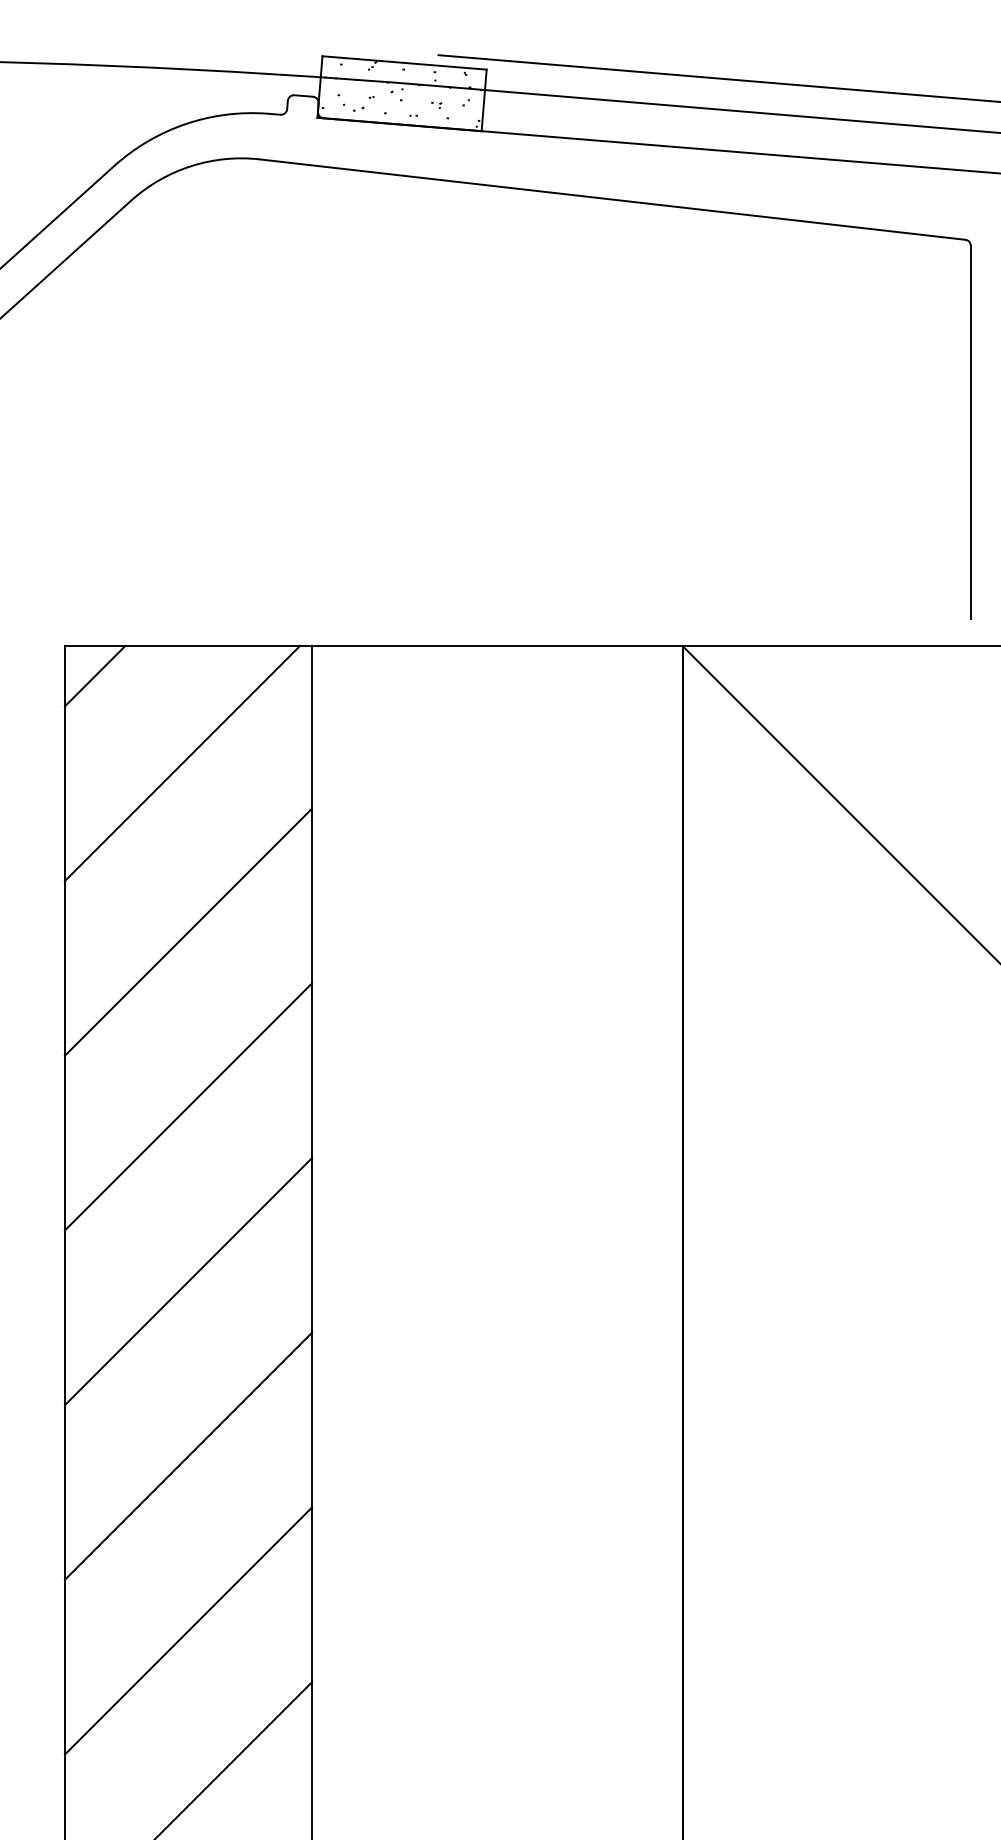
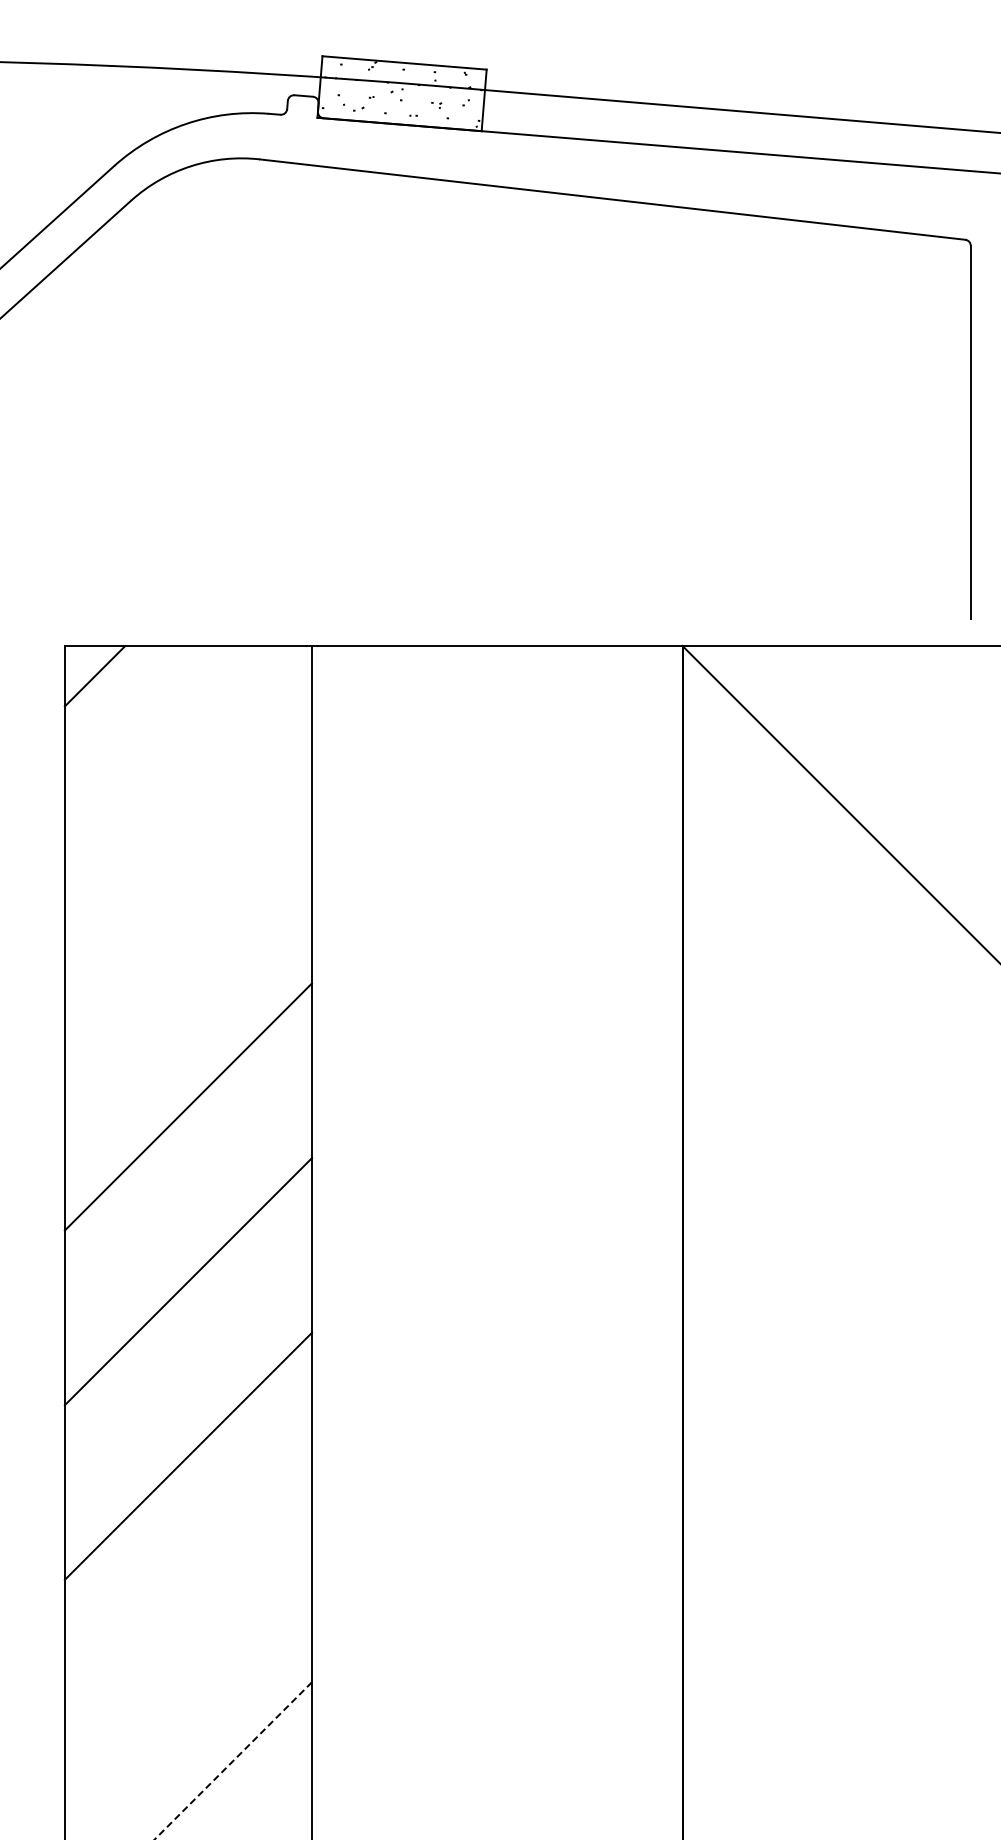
line at (717, 78): present -> none
line at (182, 763): present -> none
line at (187, 931): present -> none
line at (187, 1630): present -> none
line at (232, 1761): solid -> dashed
